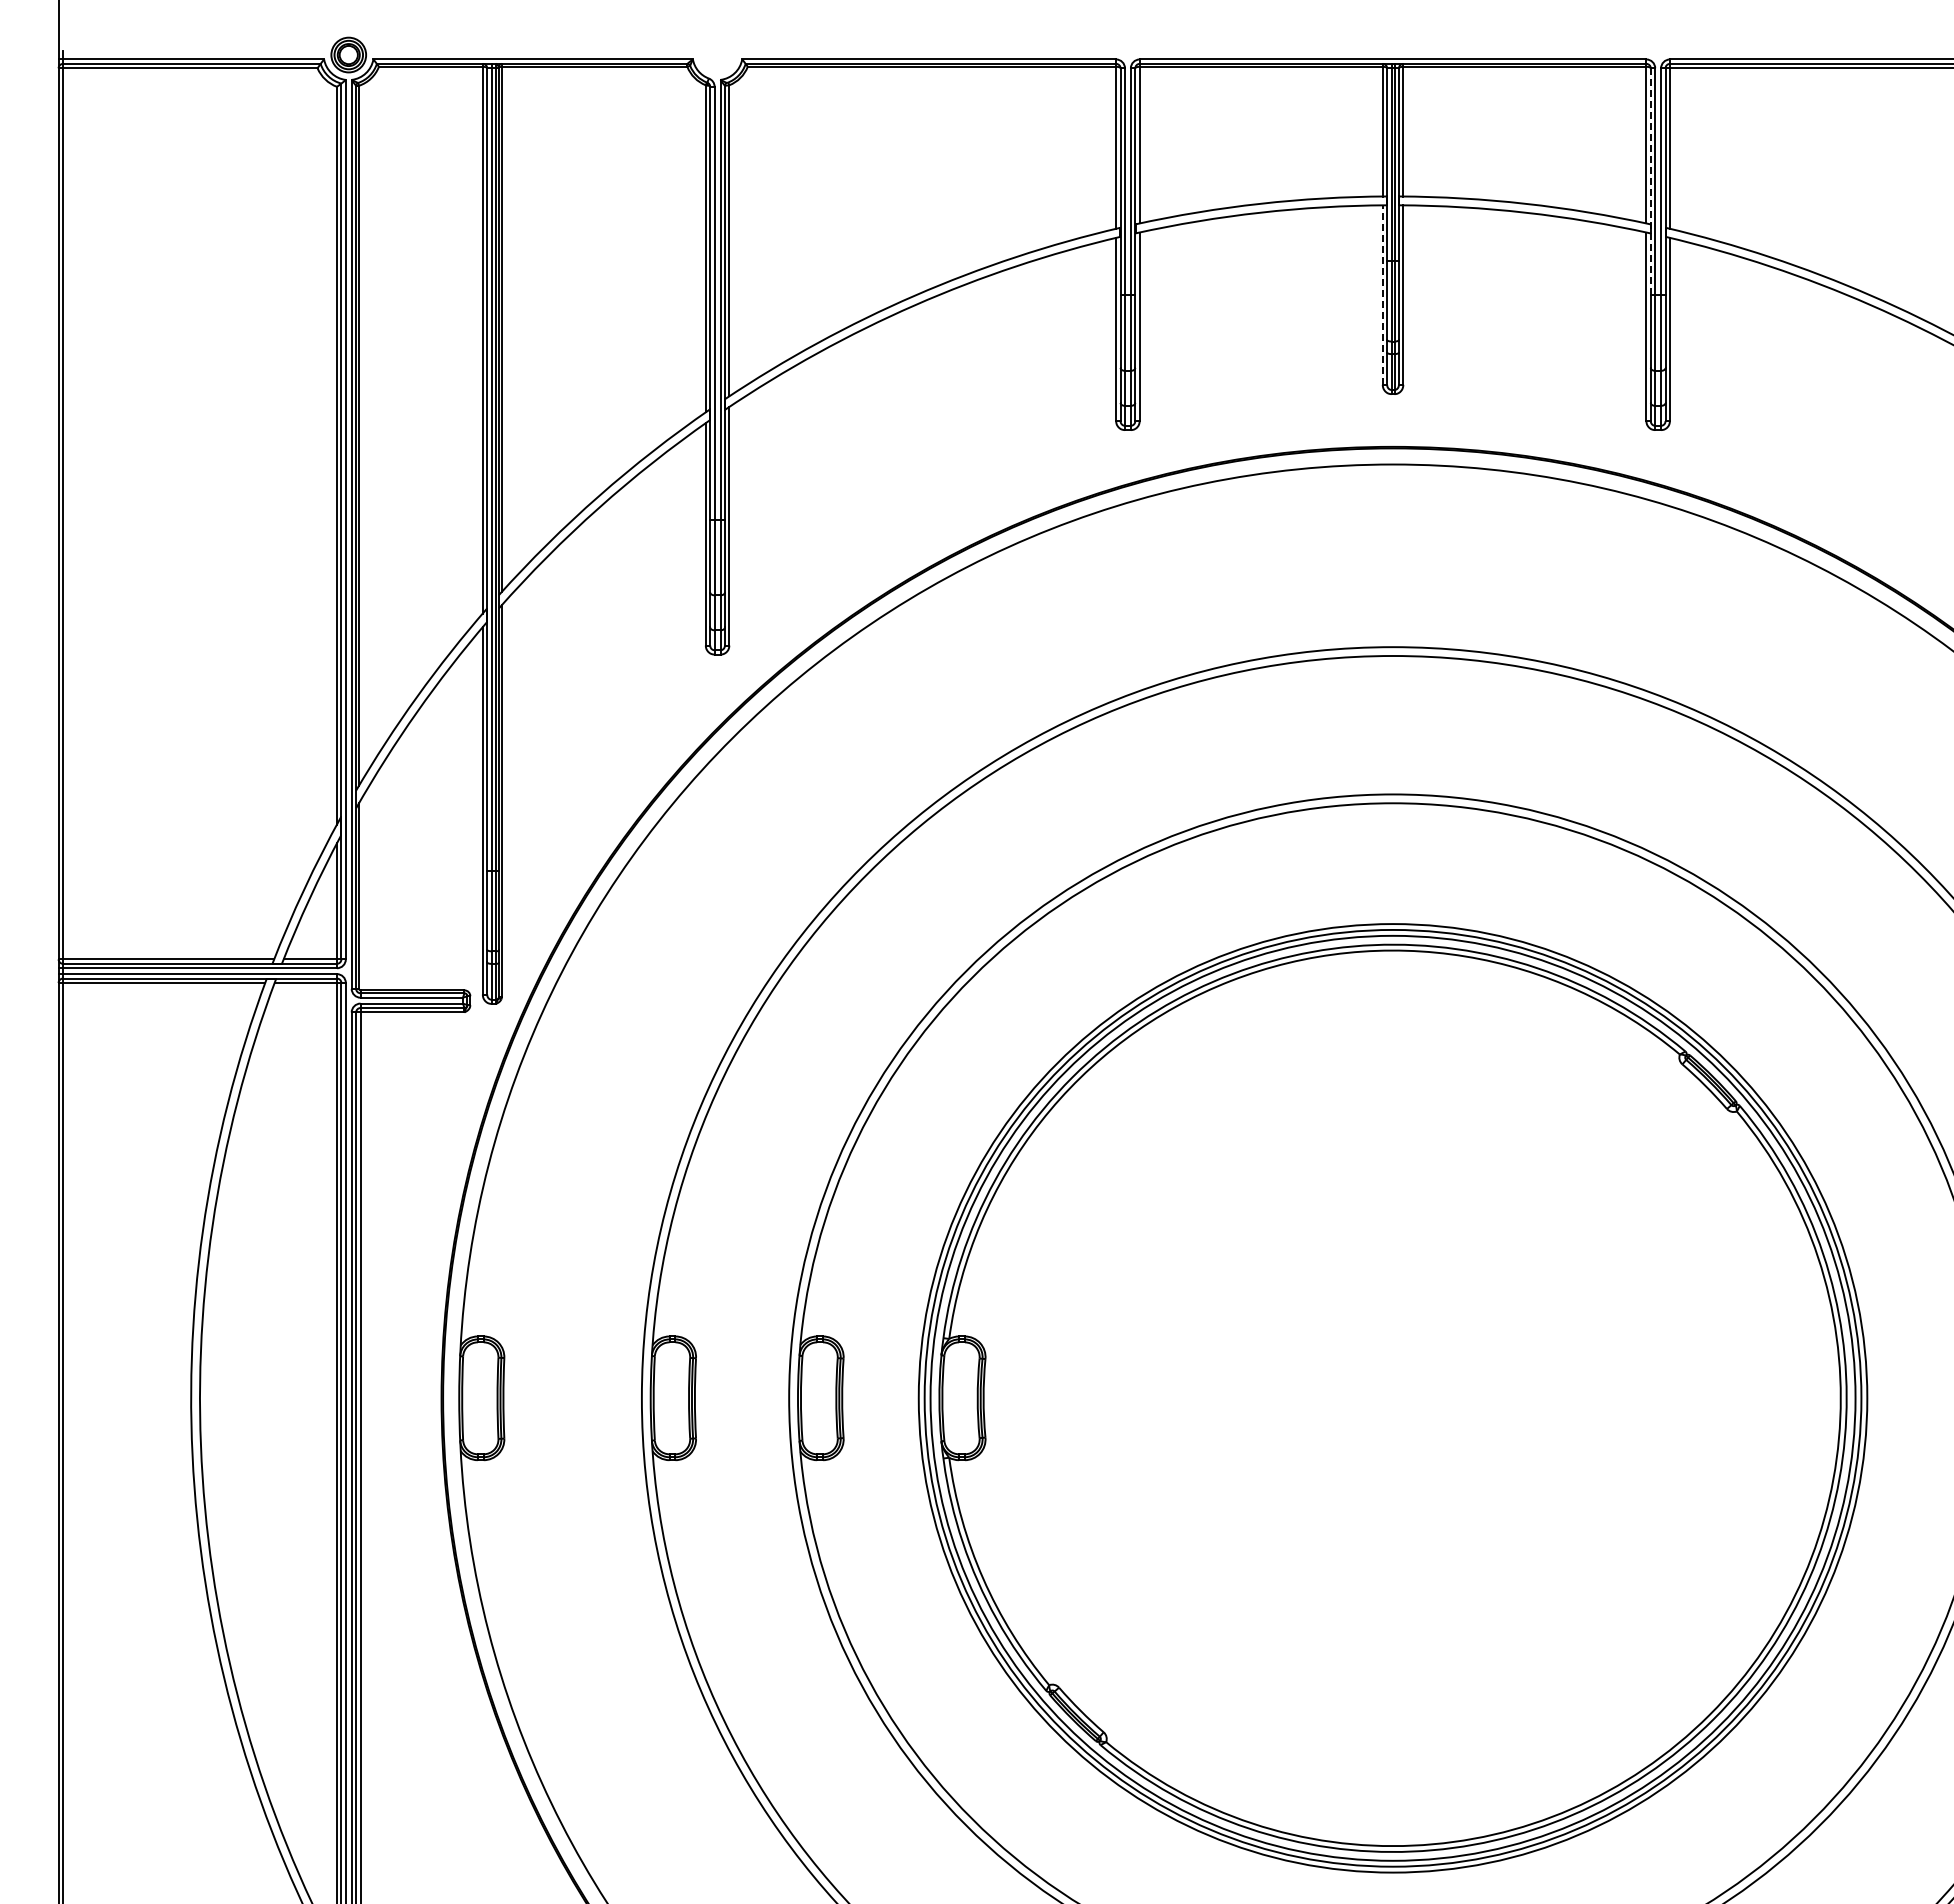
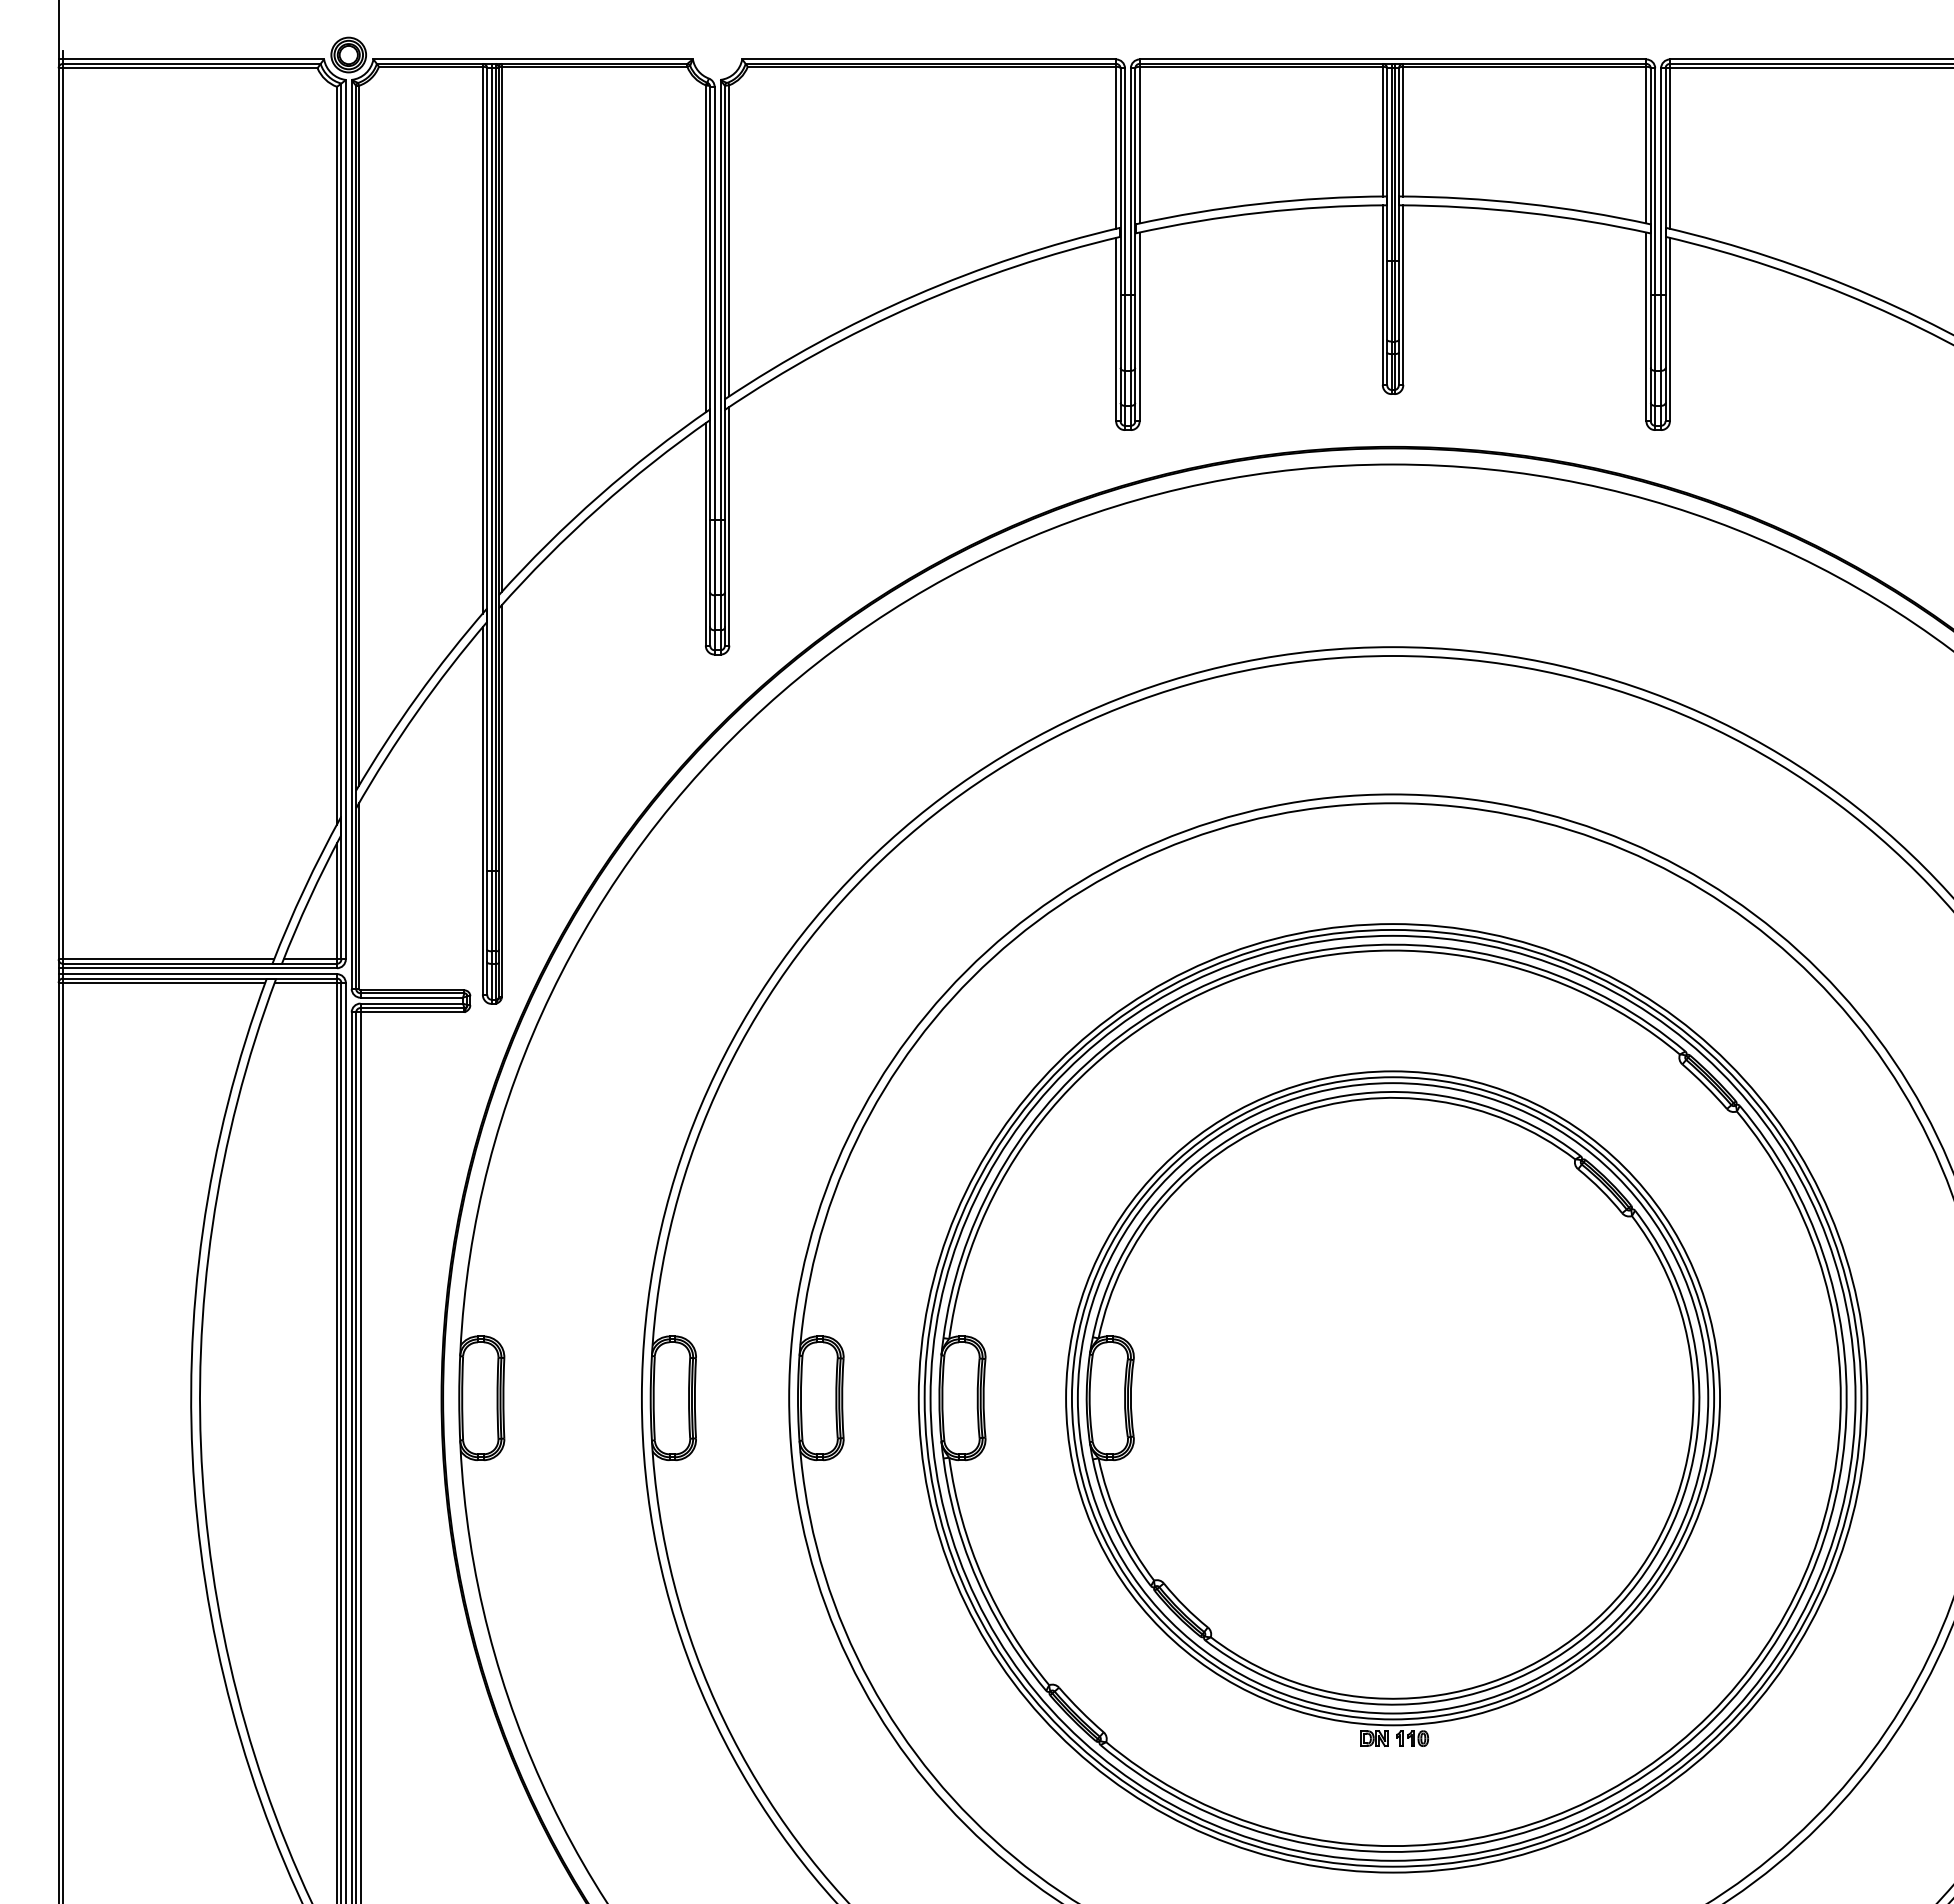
line at (1650, 181): dashed -> solid
line at (1382, 295): dashed -> solid
part at (1392, 1408): none -> present
